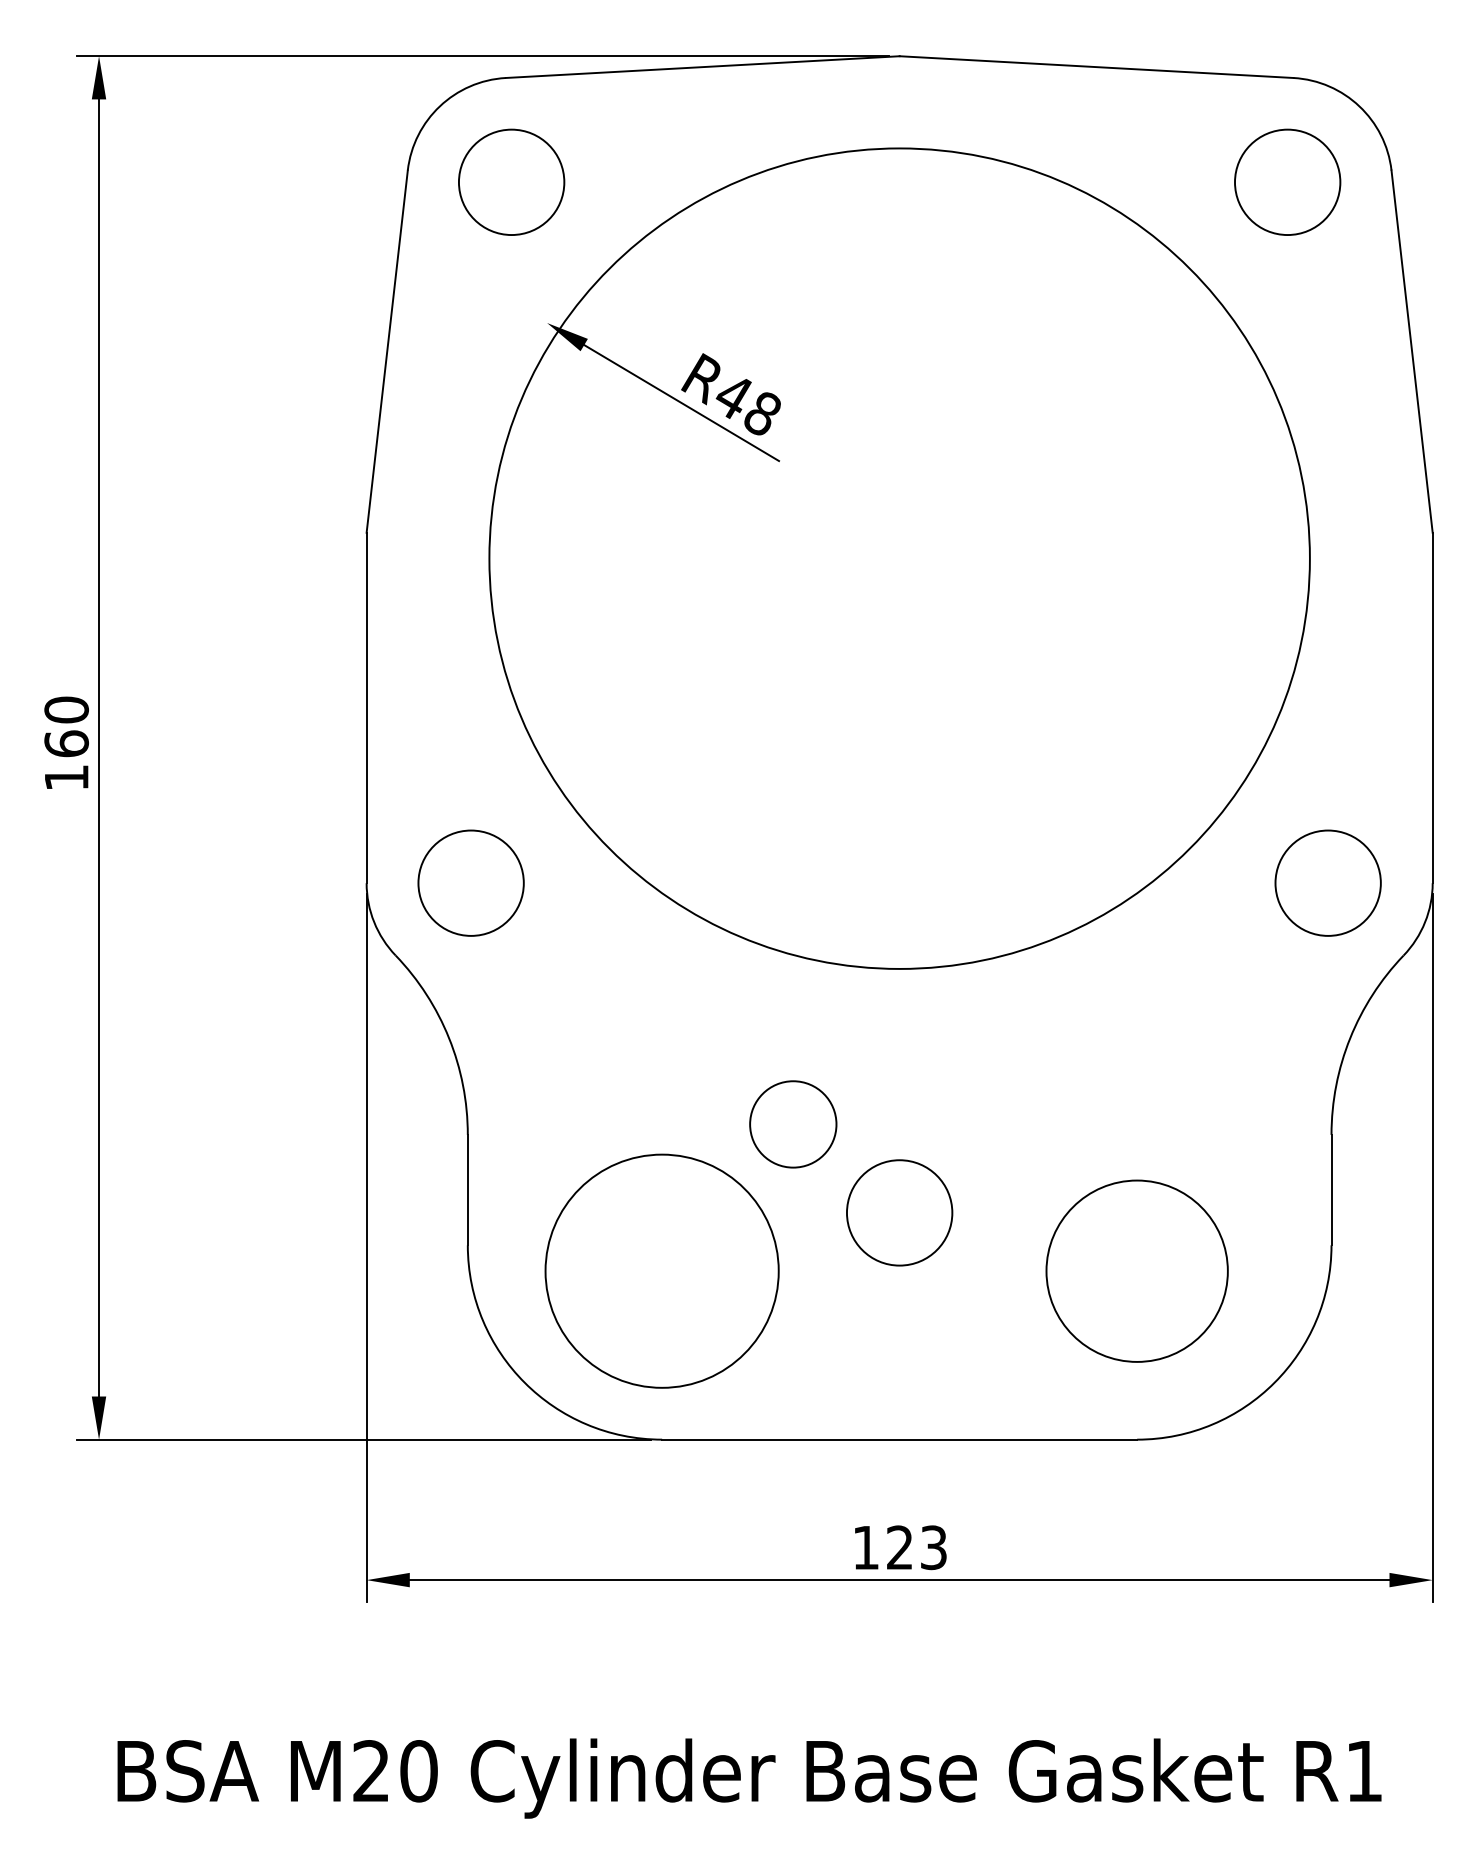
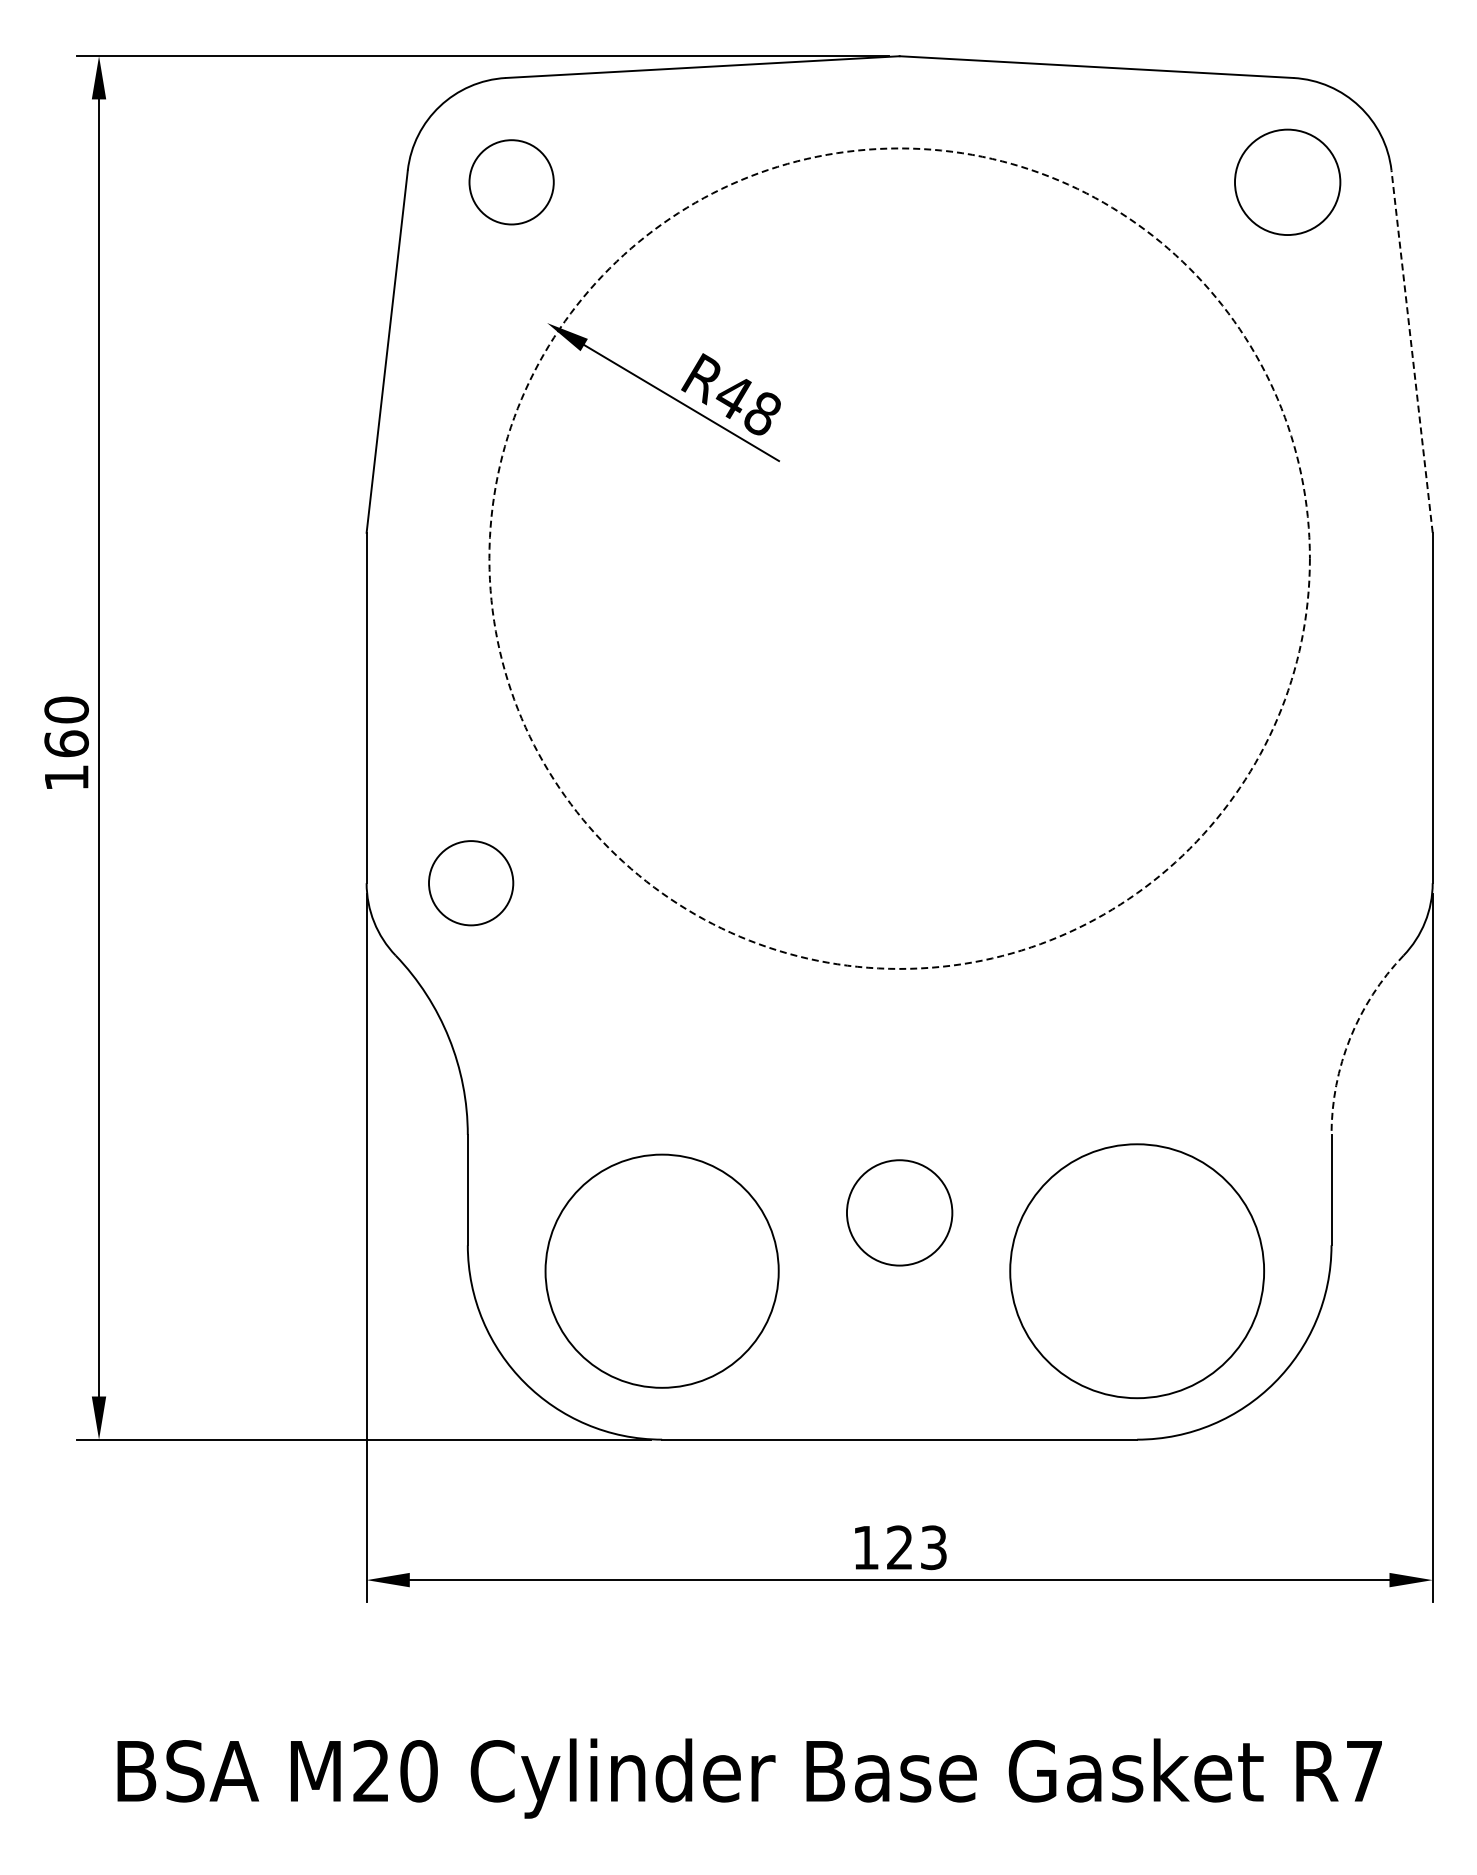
circle at (511, 182) diameter: 105 px -> 84 px
line at (1412, 351): solid -> dashed
circle at (899, 558): solid -> dashed
circle at (470, 882) diameter: 105 px -> 84 px
circle at (1327, 882): present -> none
arc at (1350, 1038): solid -> dashed
circle at (793, 1124): present -> none
circle at (1136, 1270) diameter: 181 px -> 254 px
text at (1364, 1771): R1 -> R7
